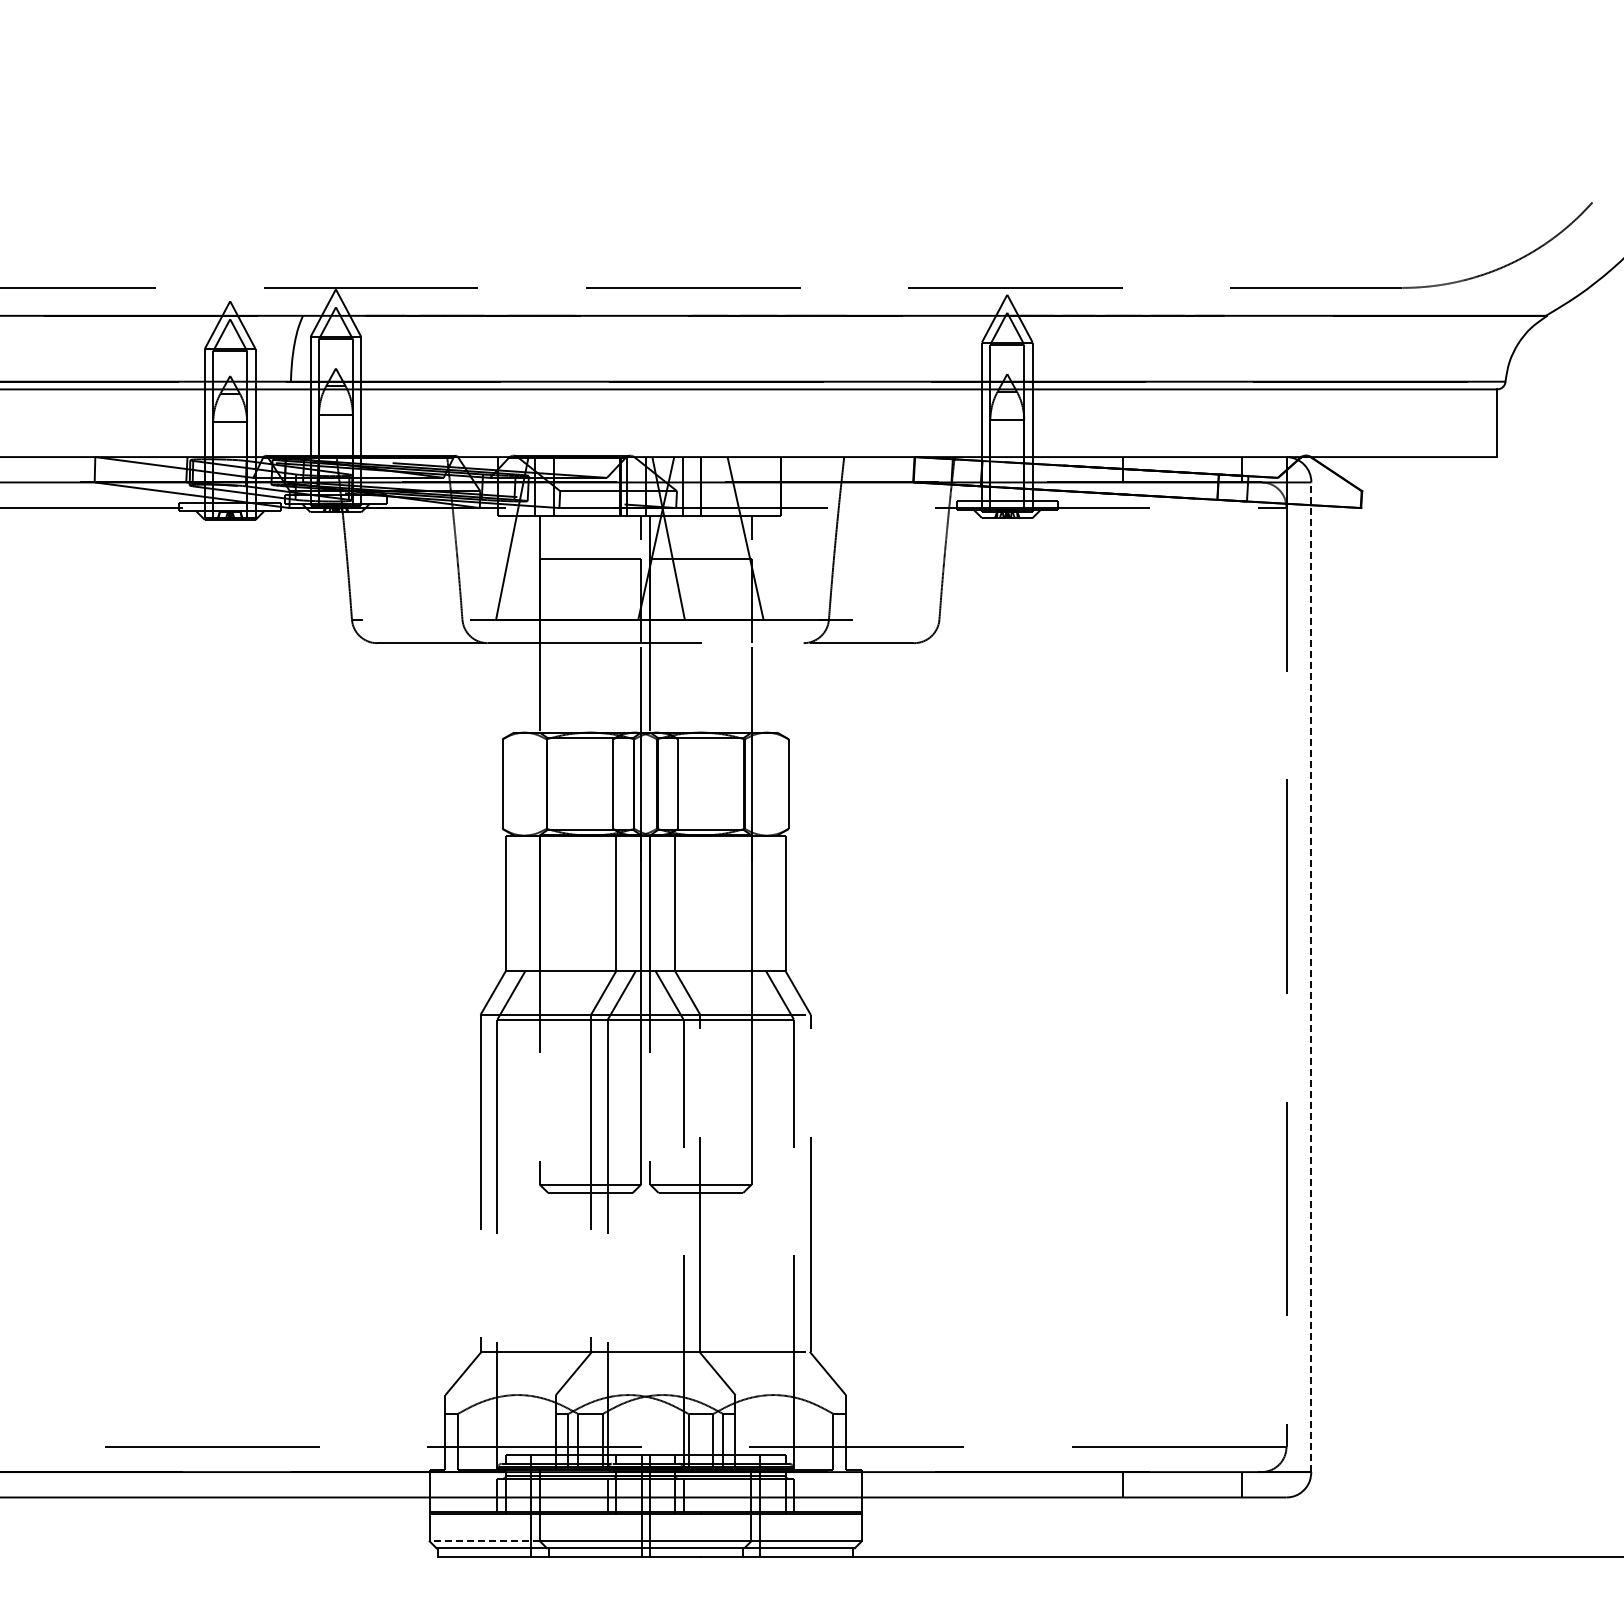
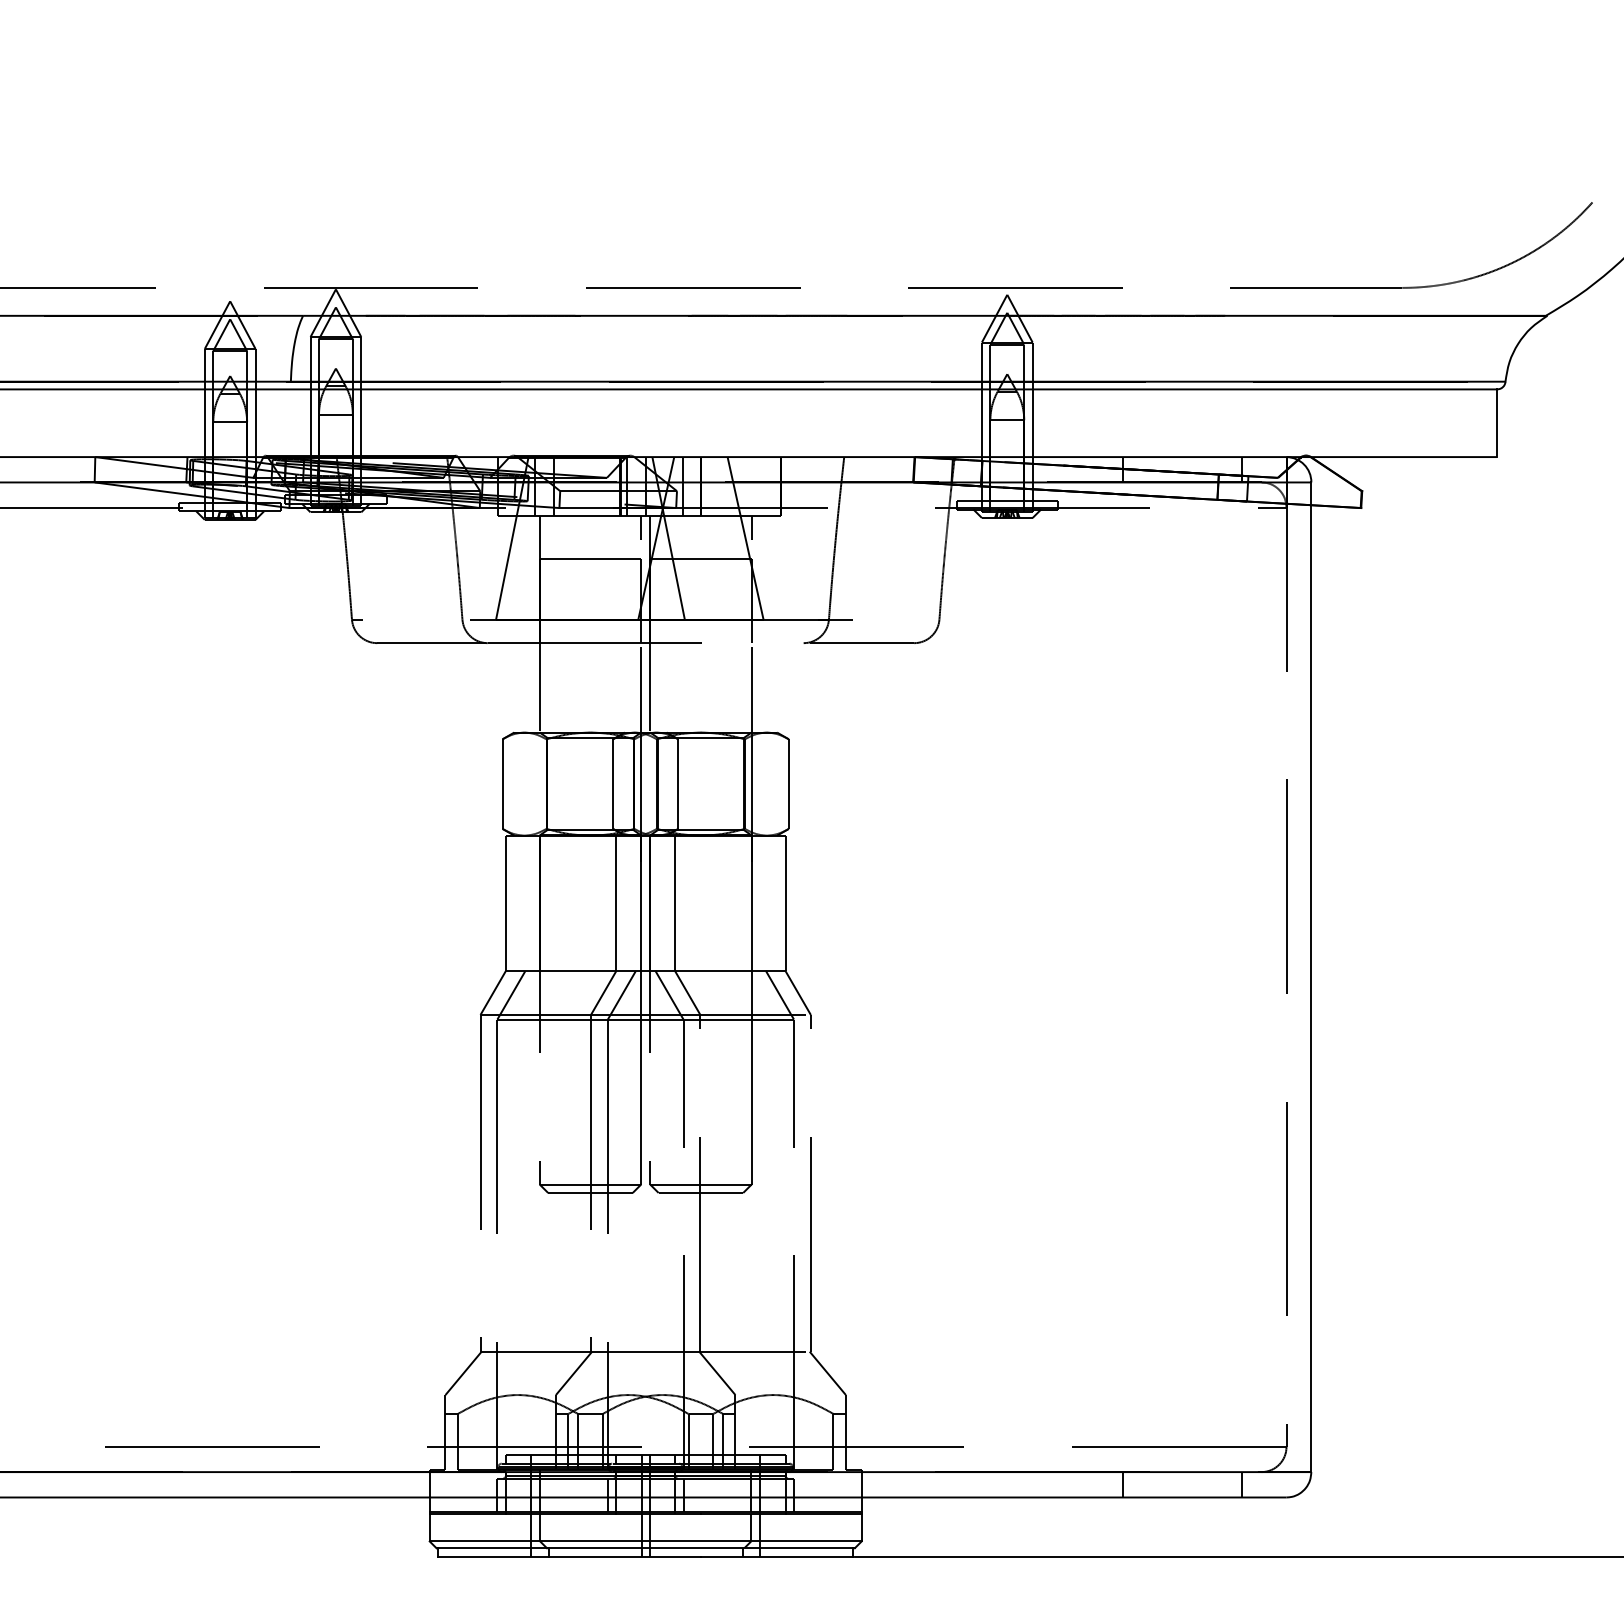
line at (1311, 977): dashed -> solid
line at (484, 1541): dashed -> solid
